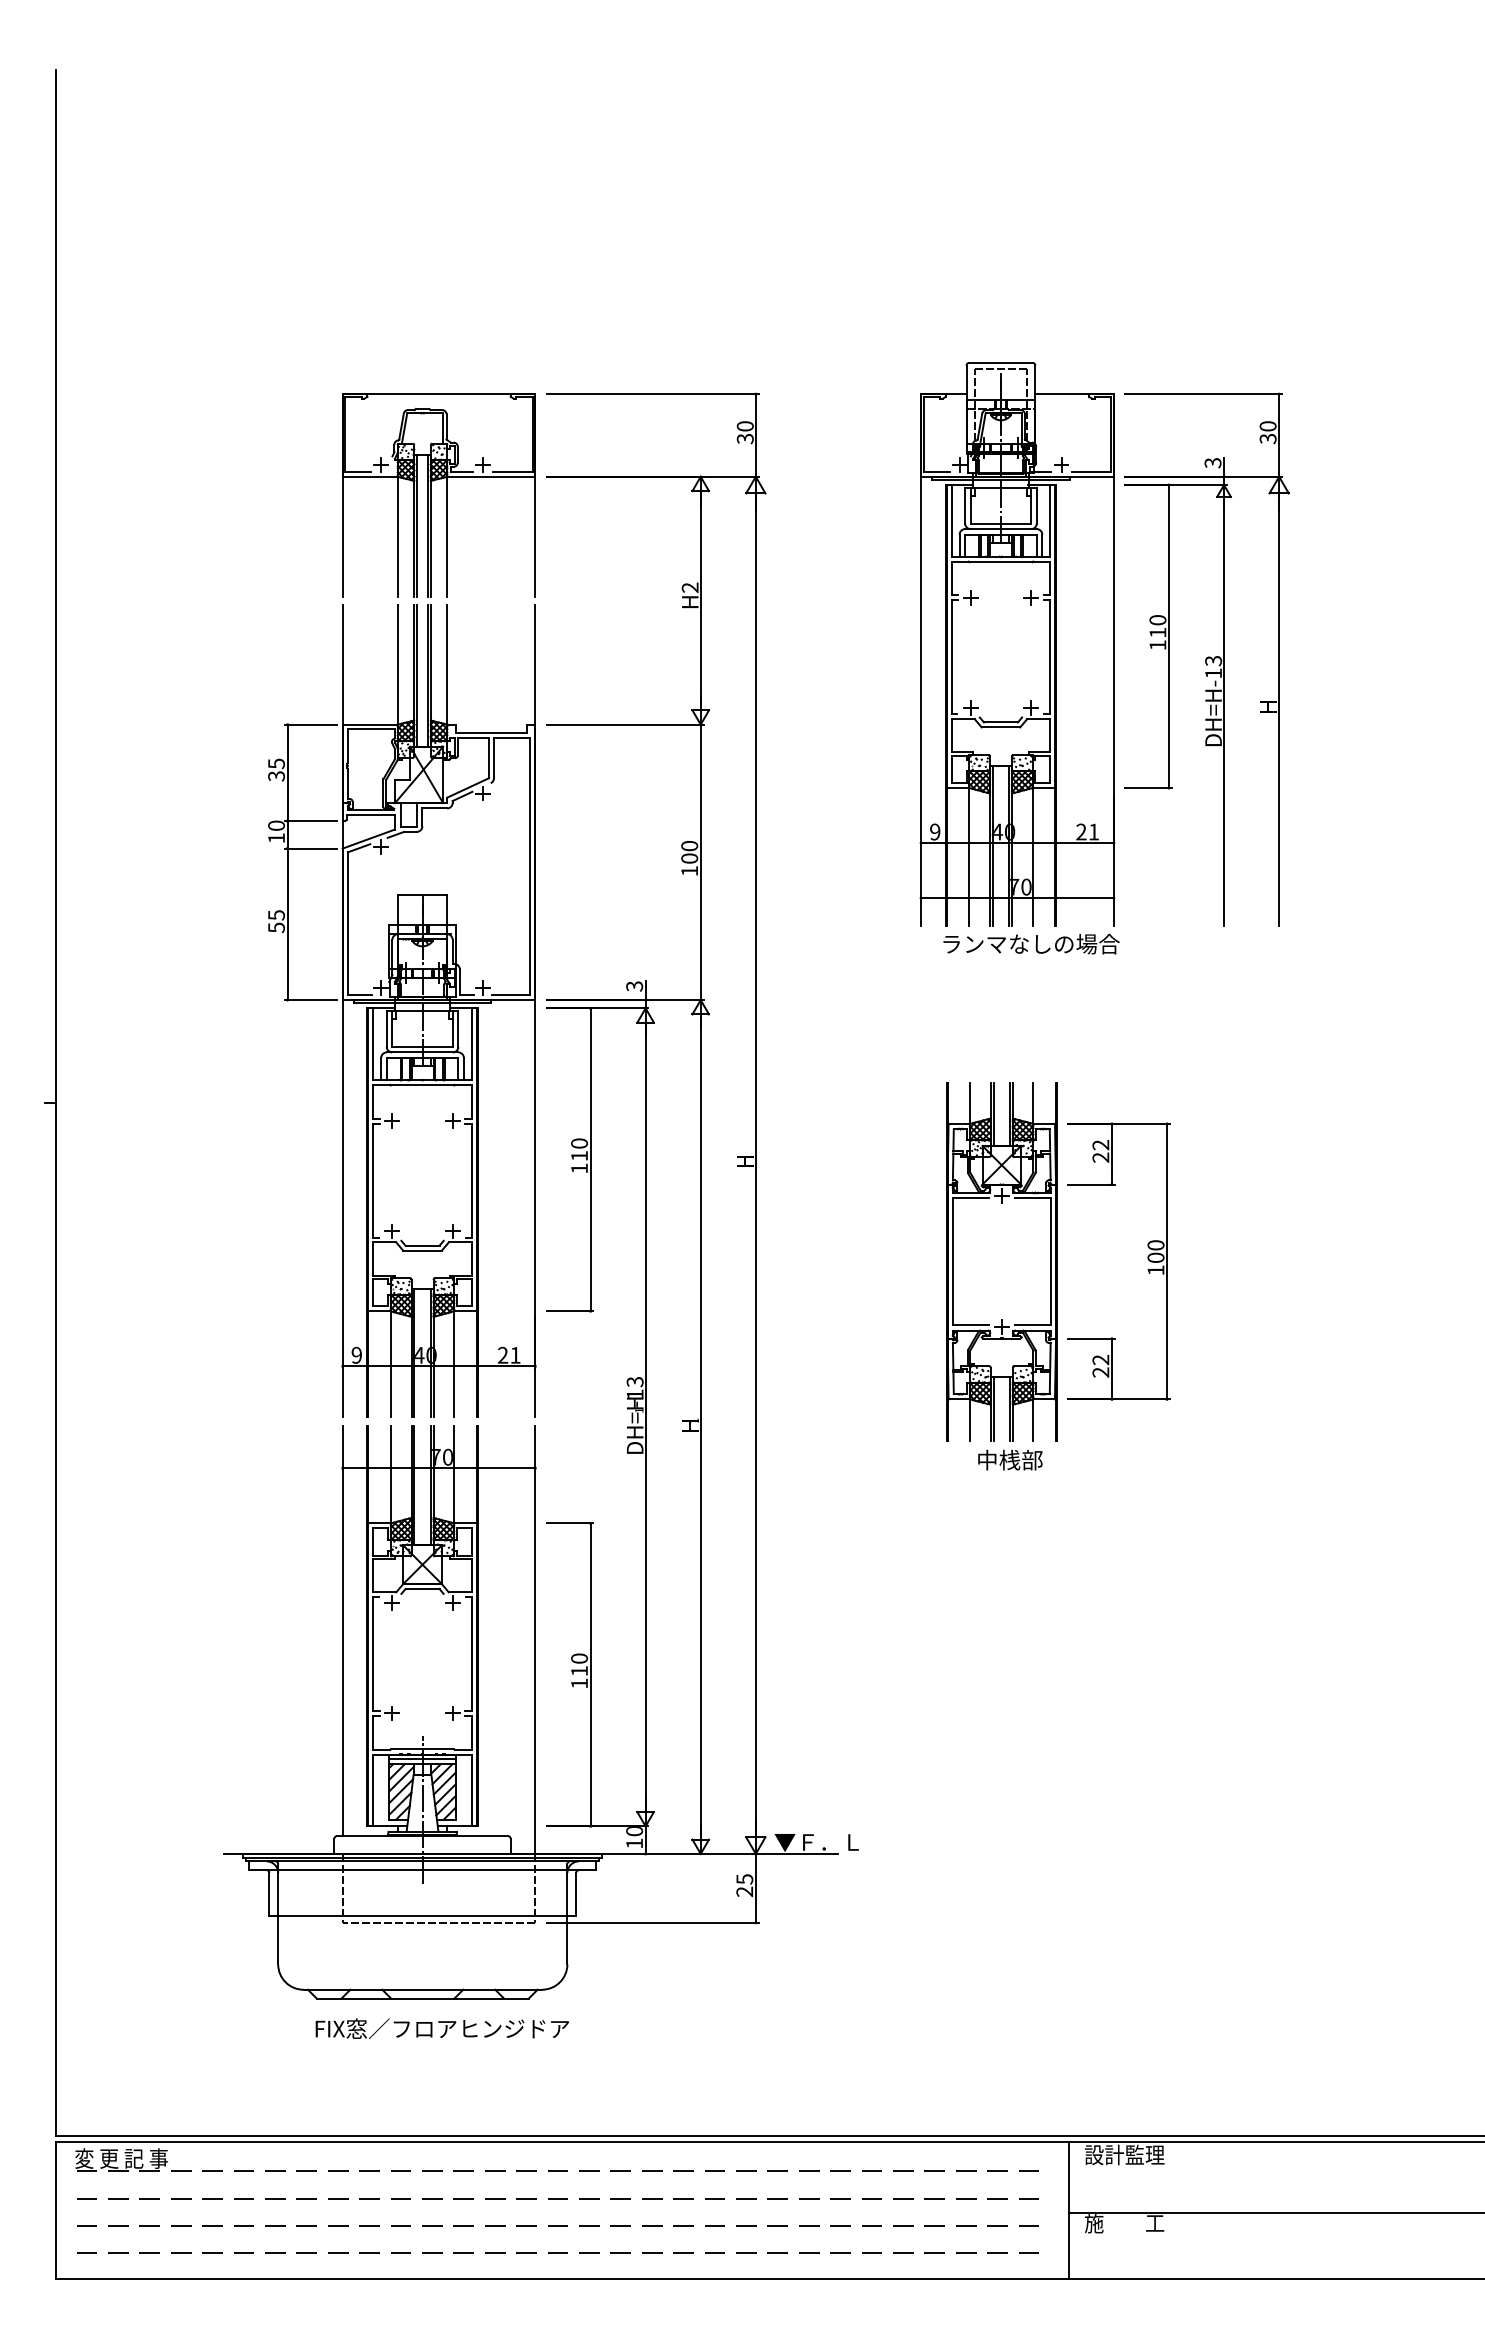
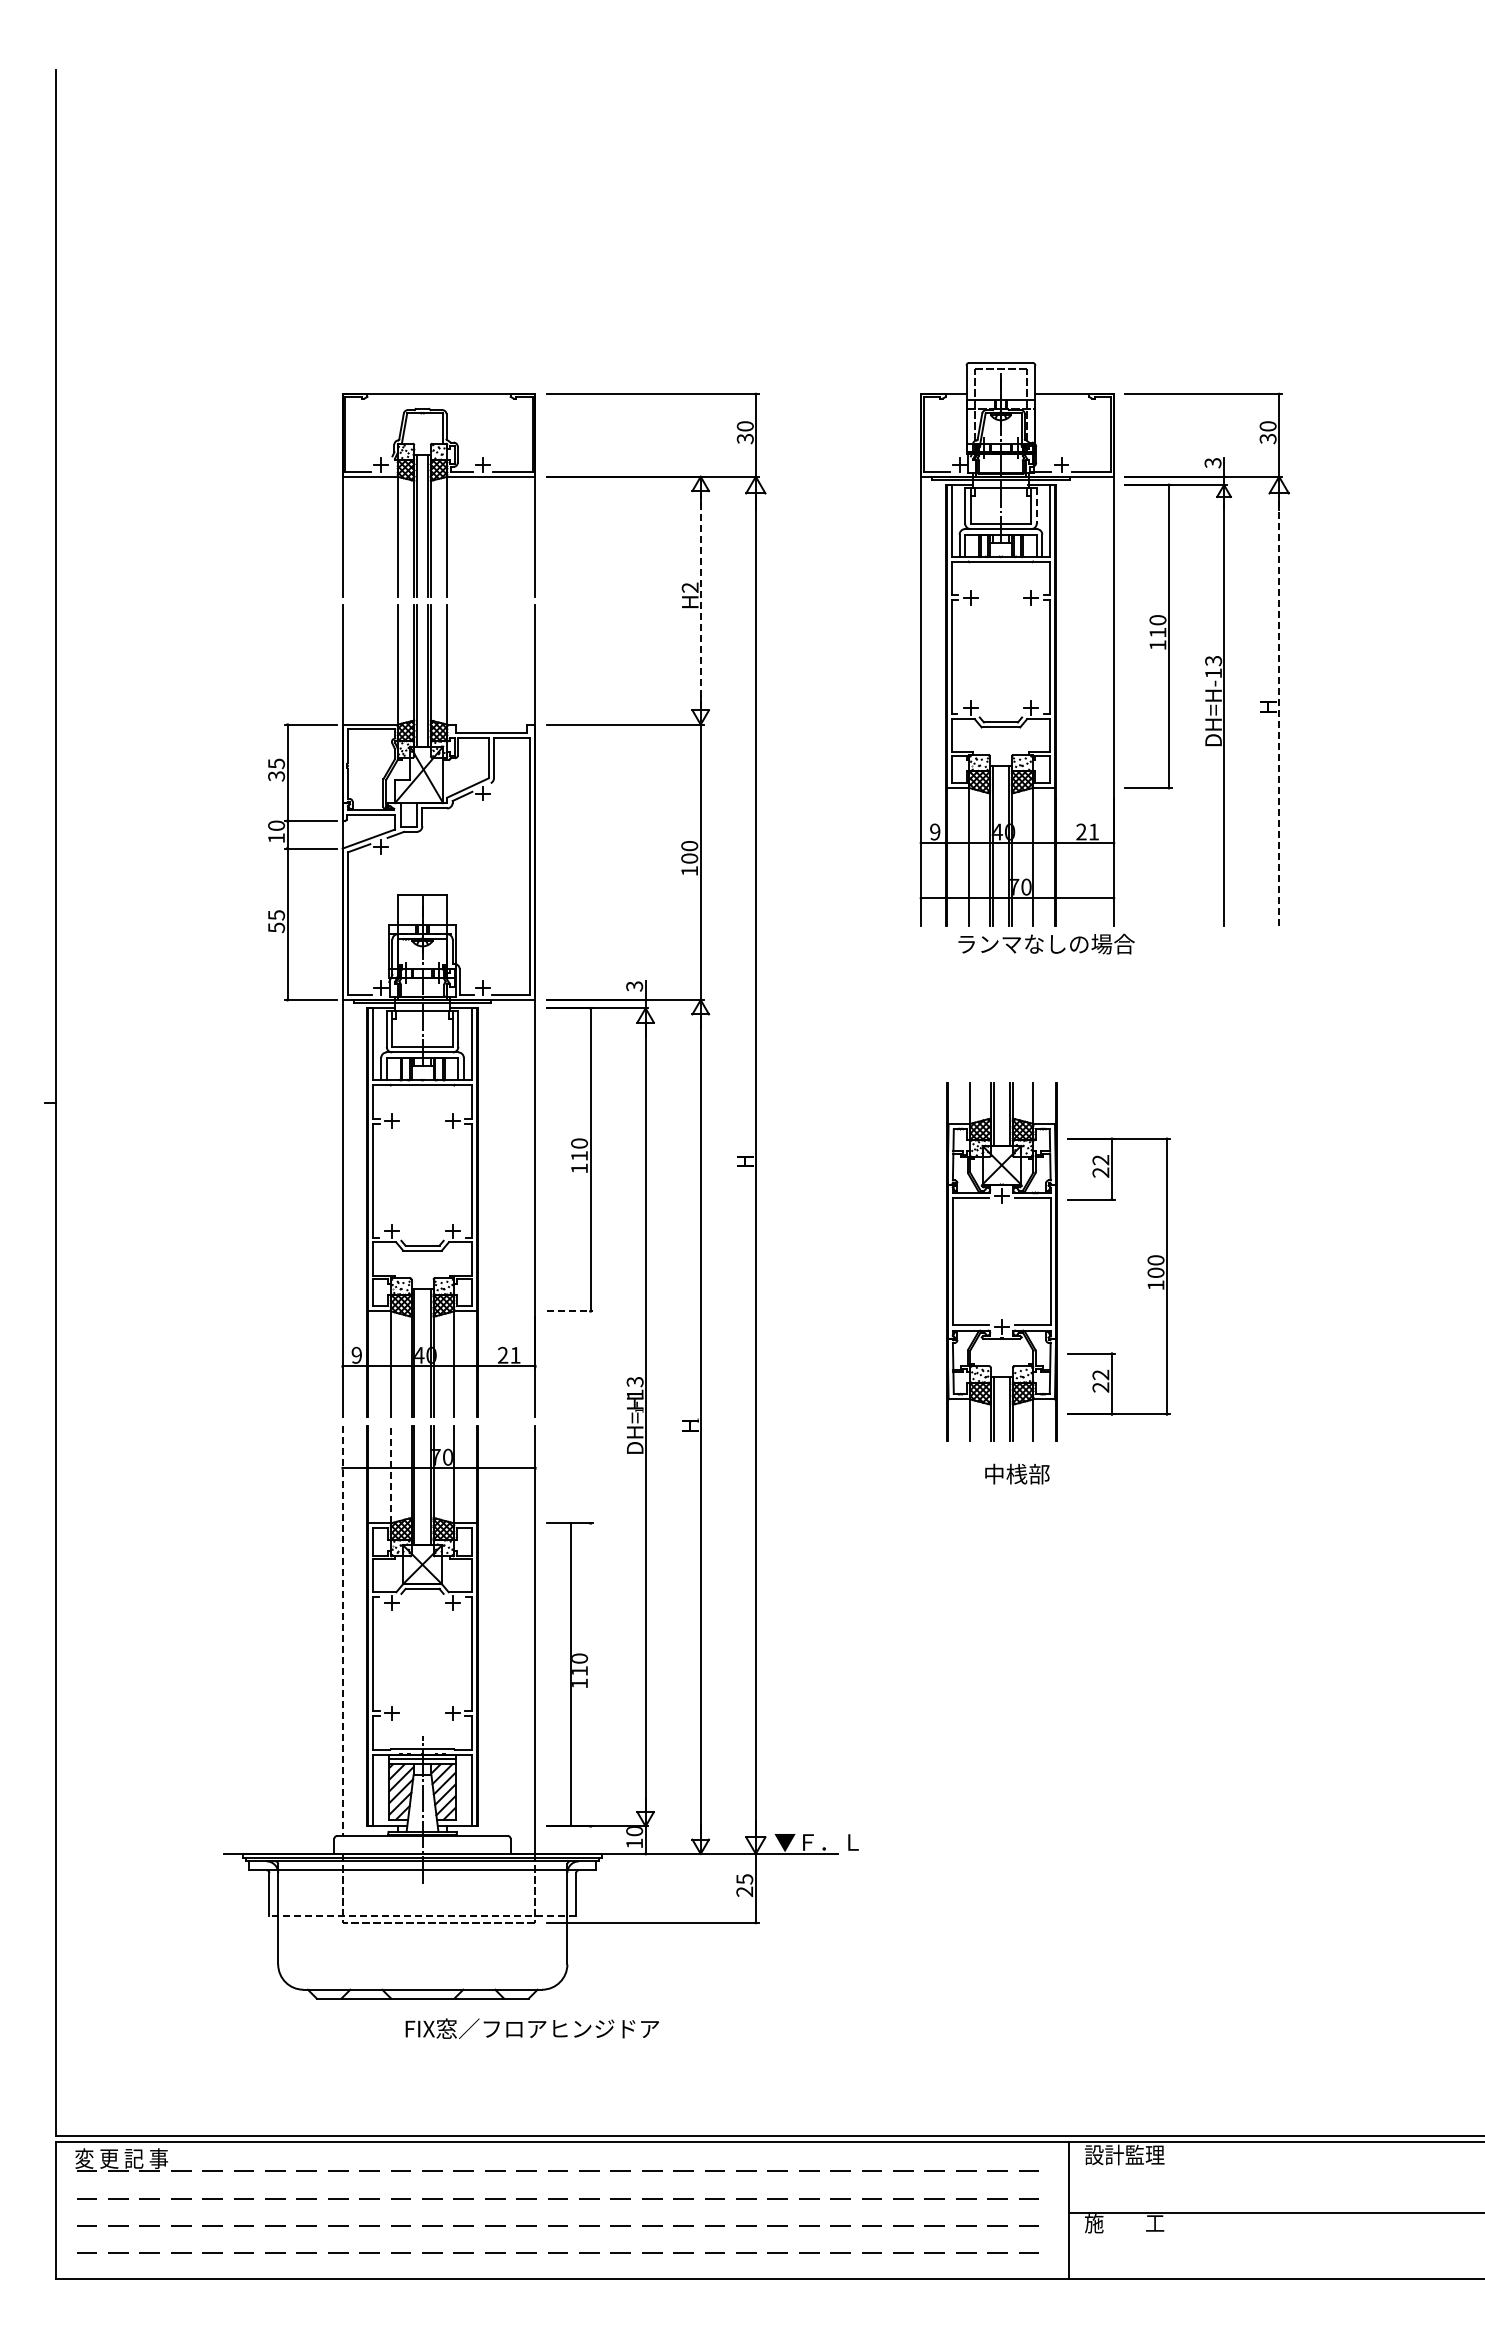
line at (1036, 505): solid -> dashed
line at (700, 600): solid -> dashed
line at (1279, 710): solid -> dashed
text at (1031, 943) position: (1031, 943) -> (1046, 943)
part at (1147, 1259) position: (1147, 1259) -> (1147, 1274)
line at (570, 1311): solid -> dashed
text at (1010, 1459) position: (1010, 1459) -> (1017, 1473)
line at (390, 1474): solid -> dashed
line at (342, 1631): solid -> dashed
line at (590, 1674) position: (590, 1674) -> (570, 1674)
line at (422, 1916): solid -> dashed
text at (442, 2028) position: (442, 2028) -> (532, 2028)
